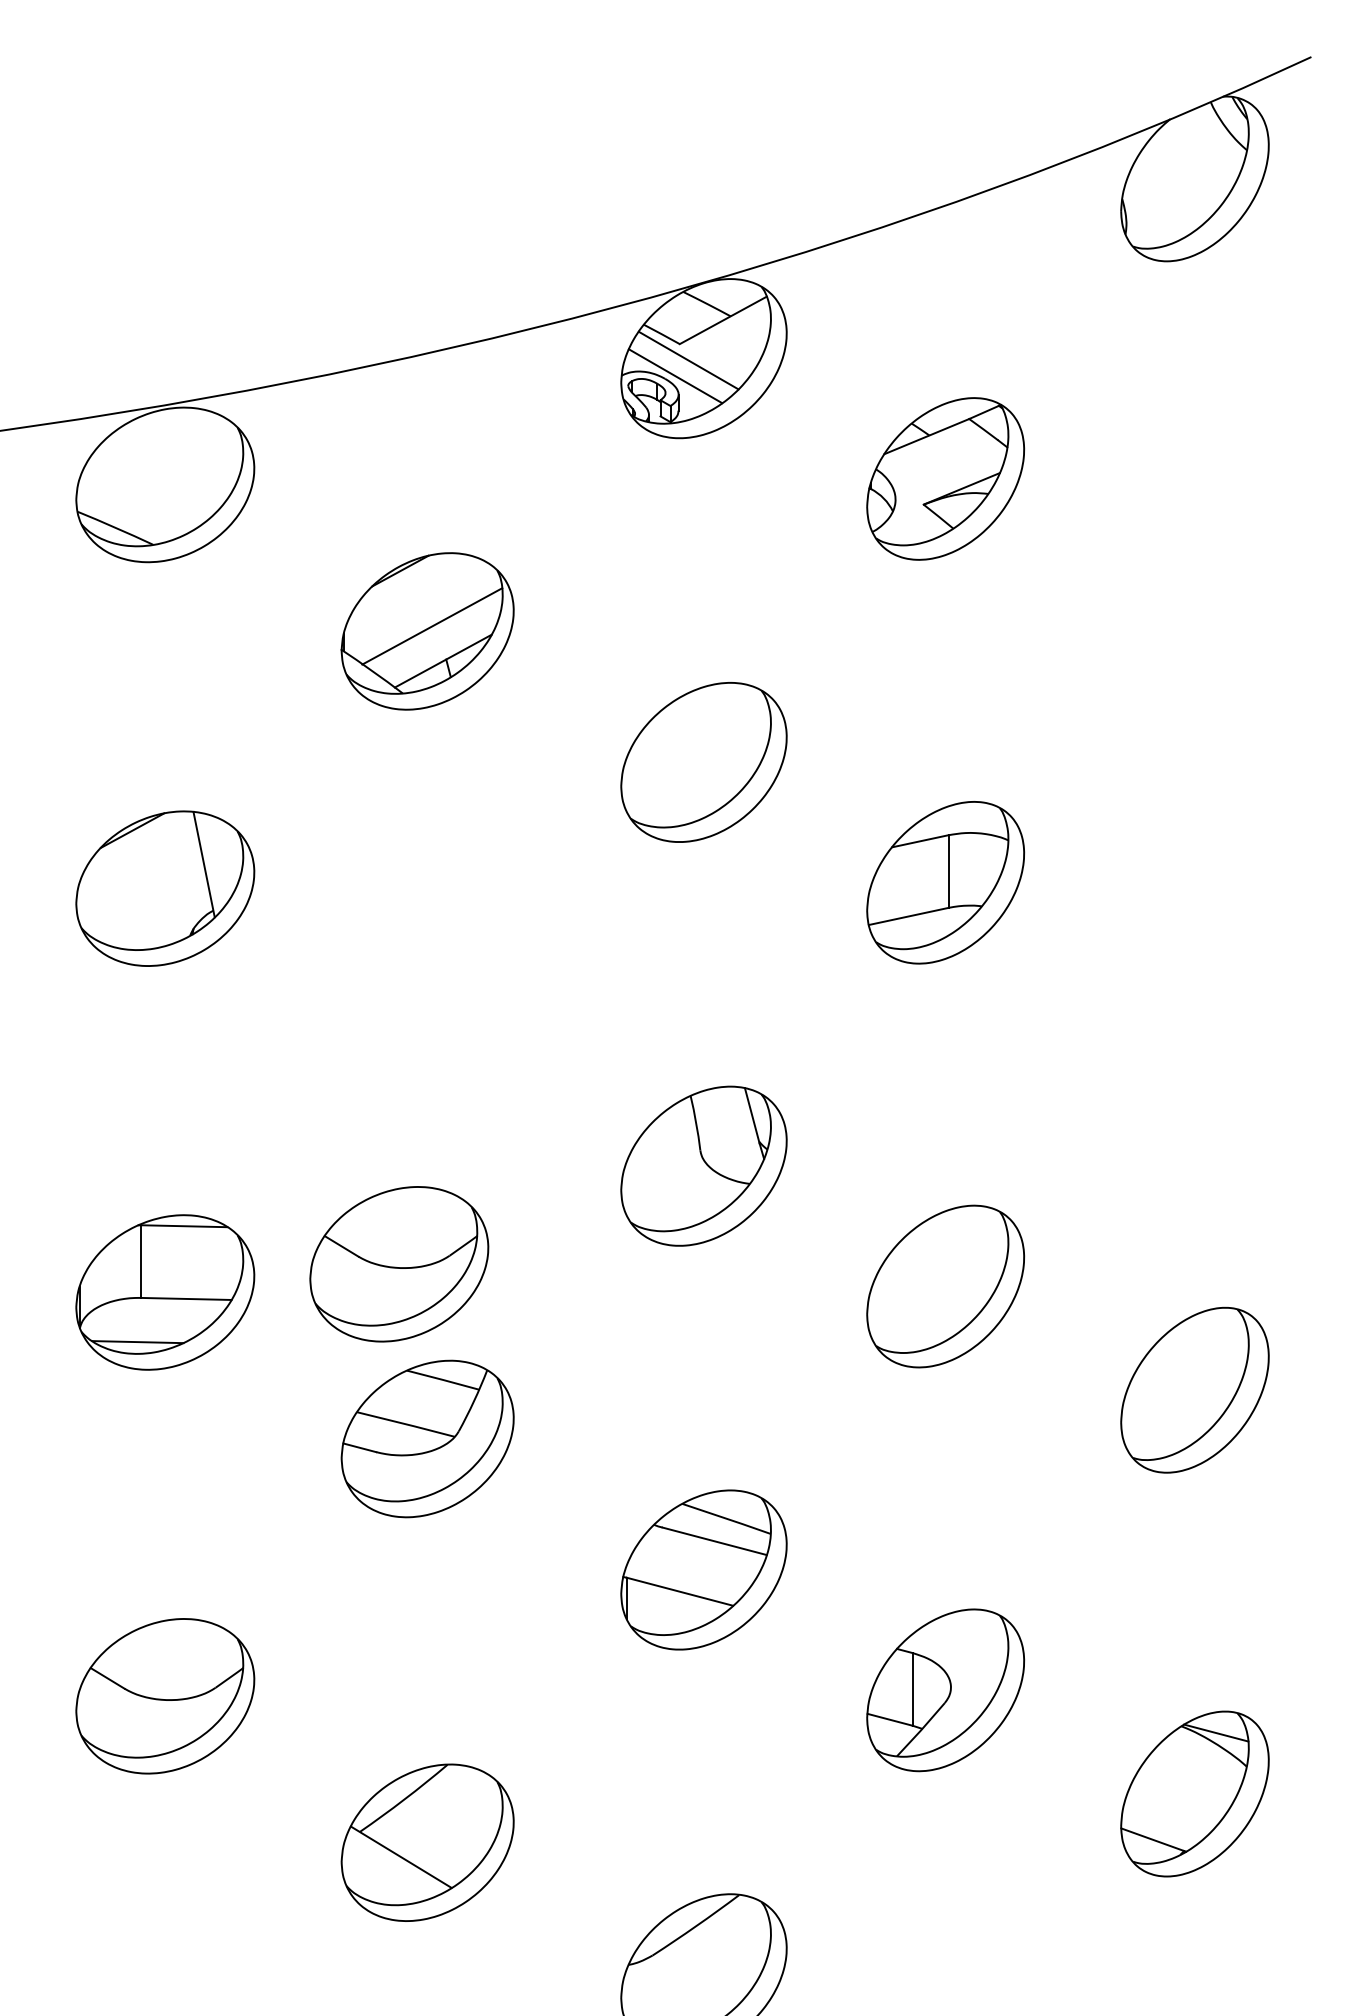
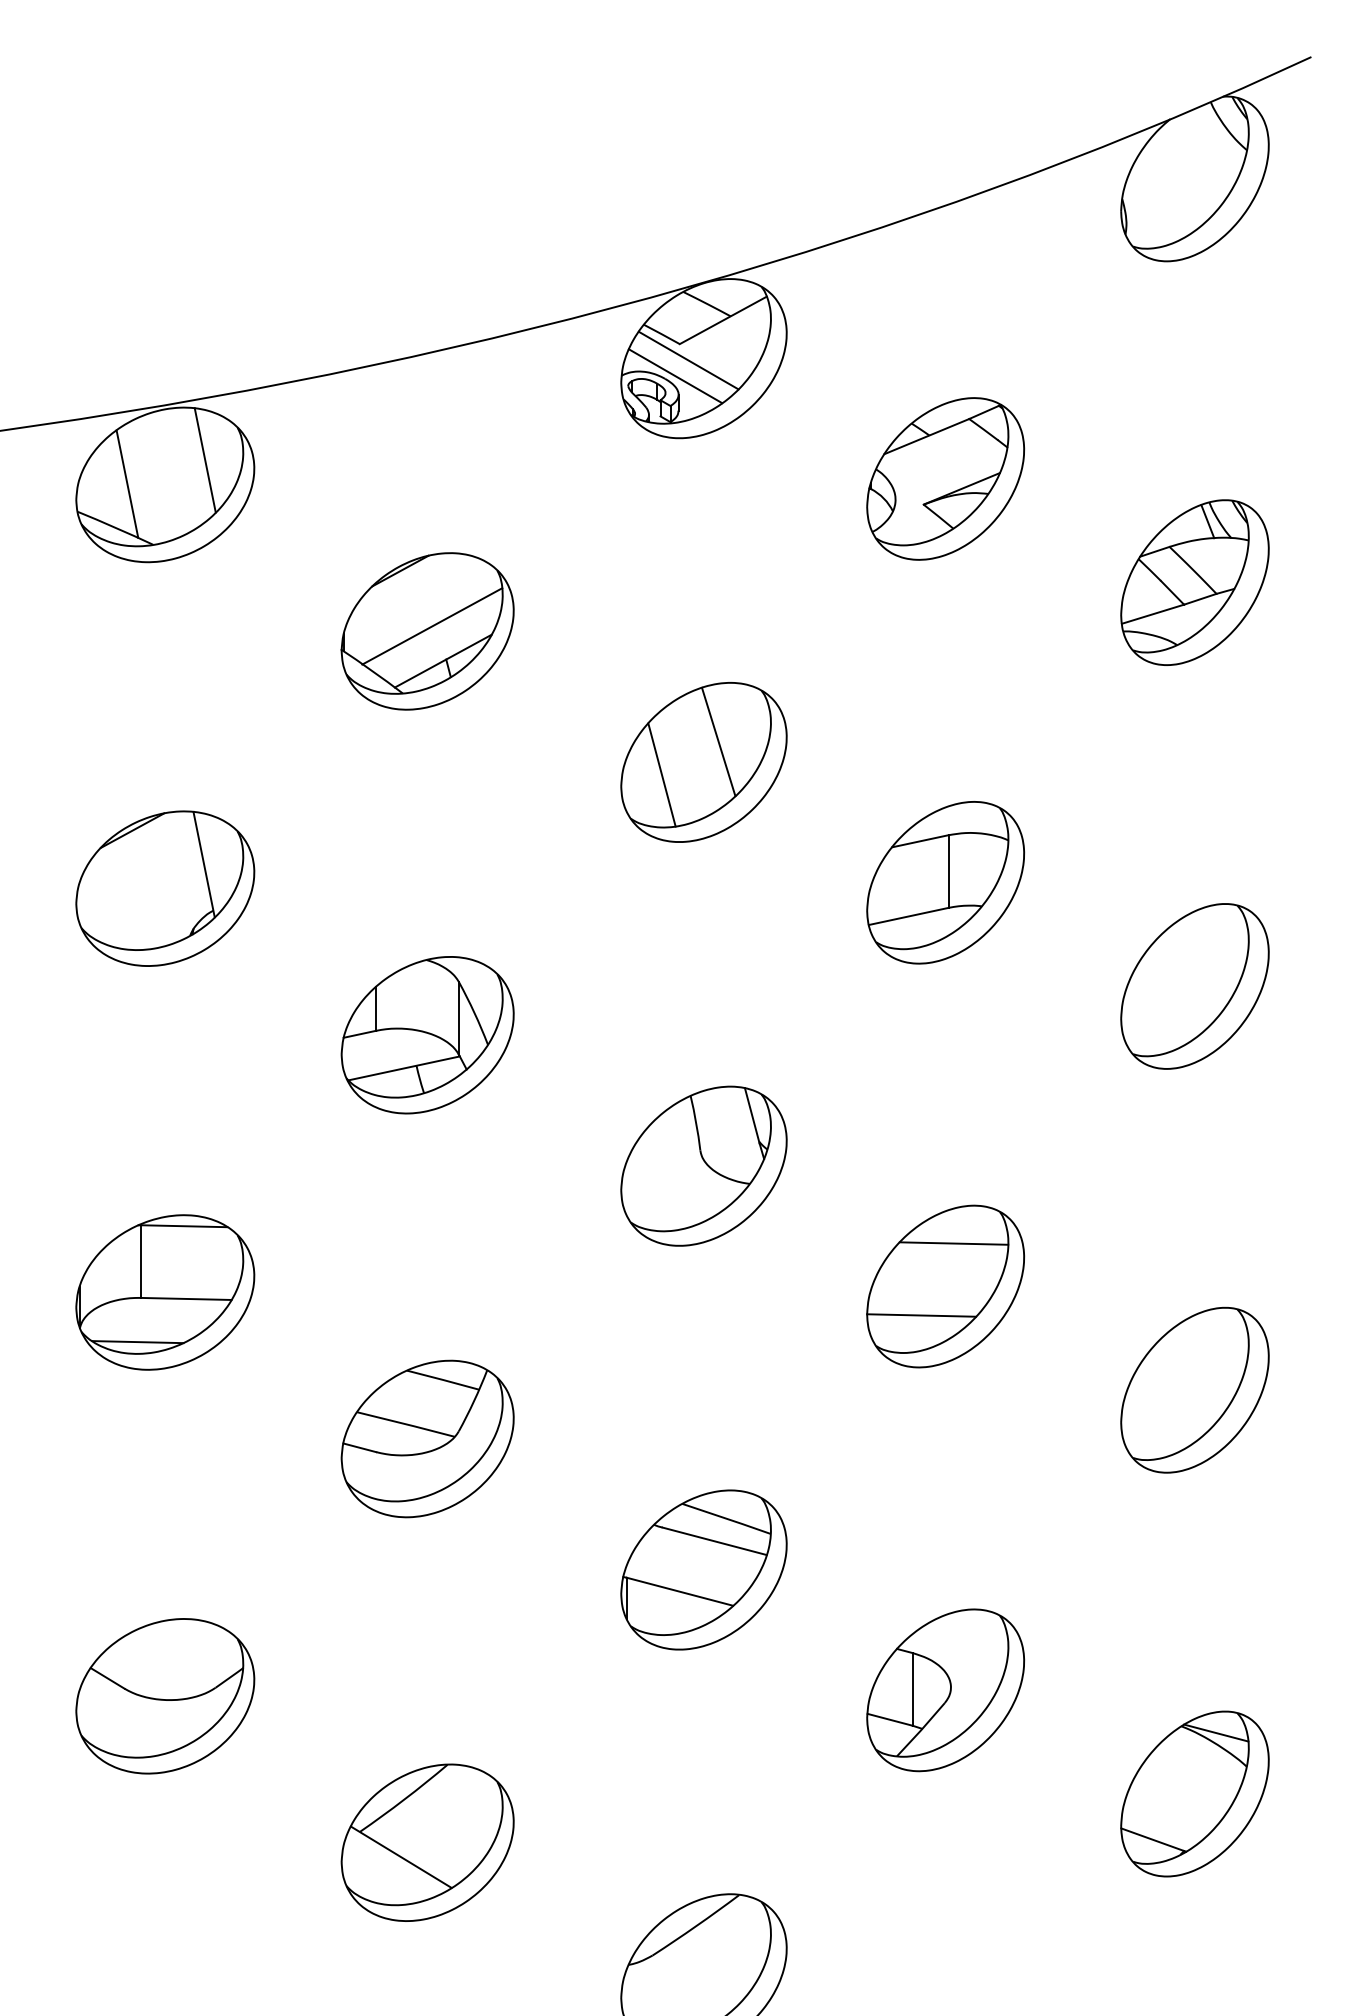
line at (204, 460): none -> present
line at (127, 483): none -> present
part at (1194, 582): none -> present
line at (718, 741): none -> present
line at (661, 774): none -> present
part at (1194, 986): none -> present
part at (427, 1035): none -> present
line at (953, 1243): none -> present
part at (399, 1264): present -> none
line at (921, 1315): none -> present
